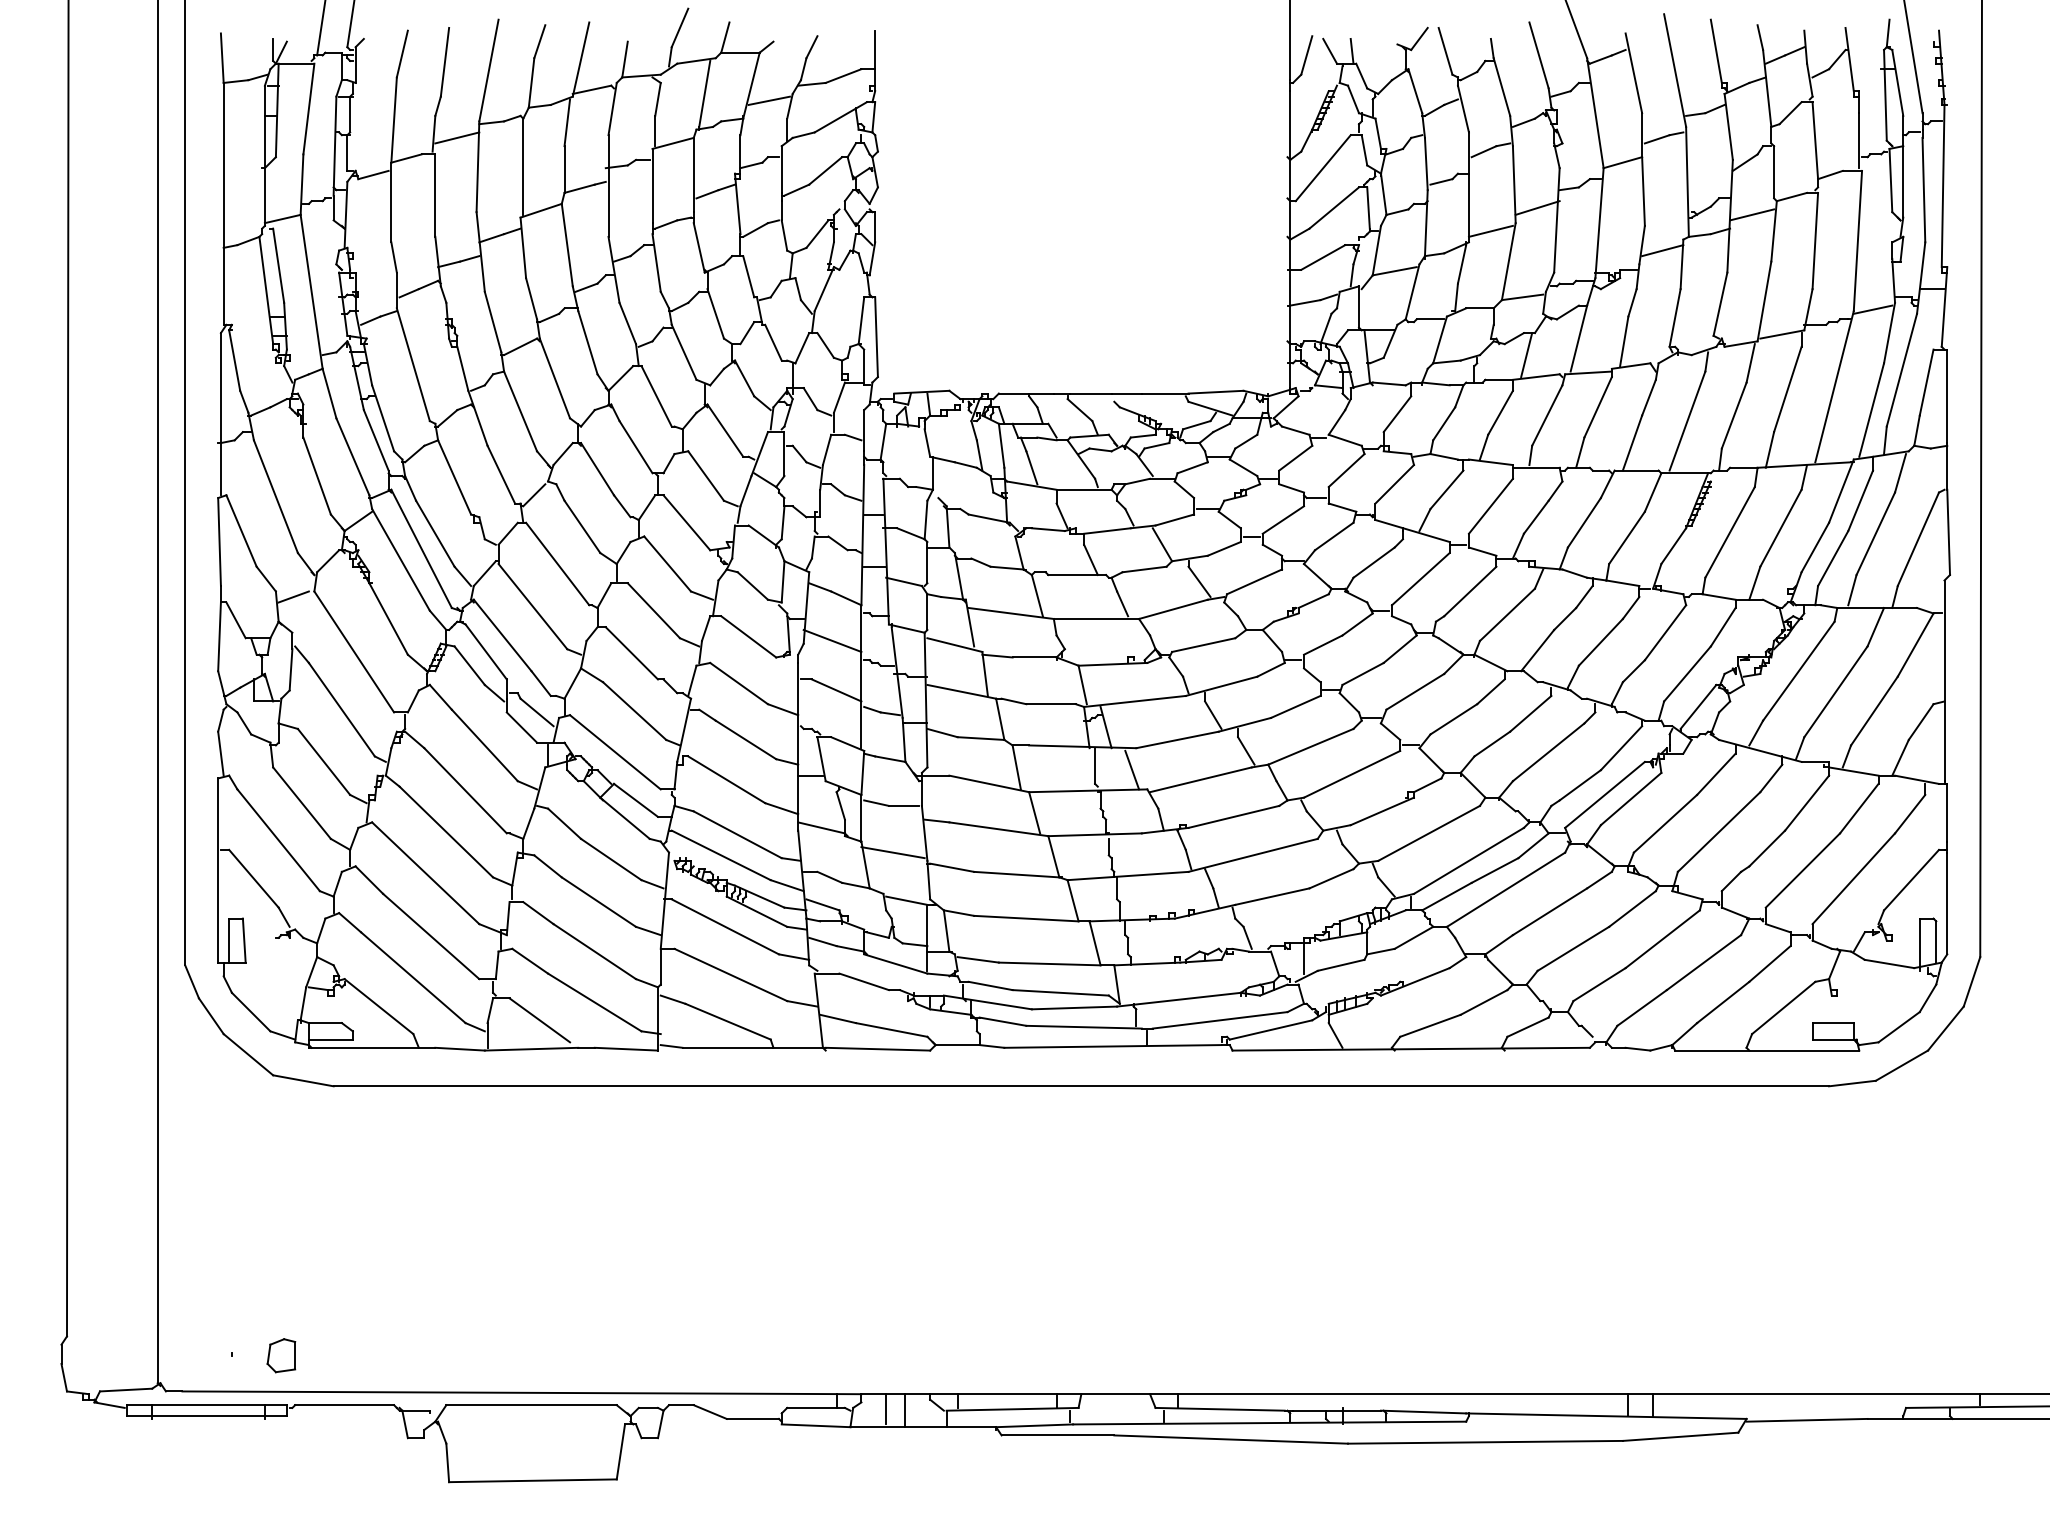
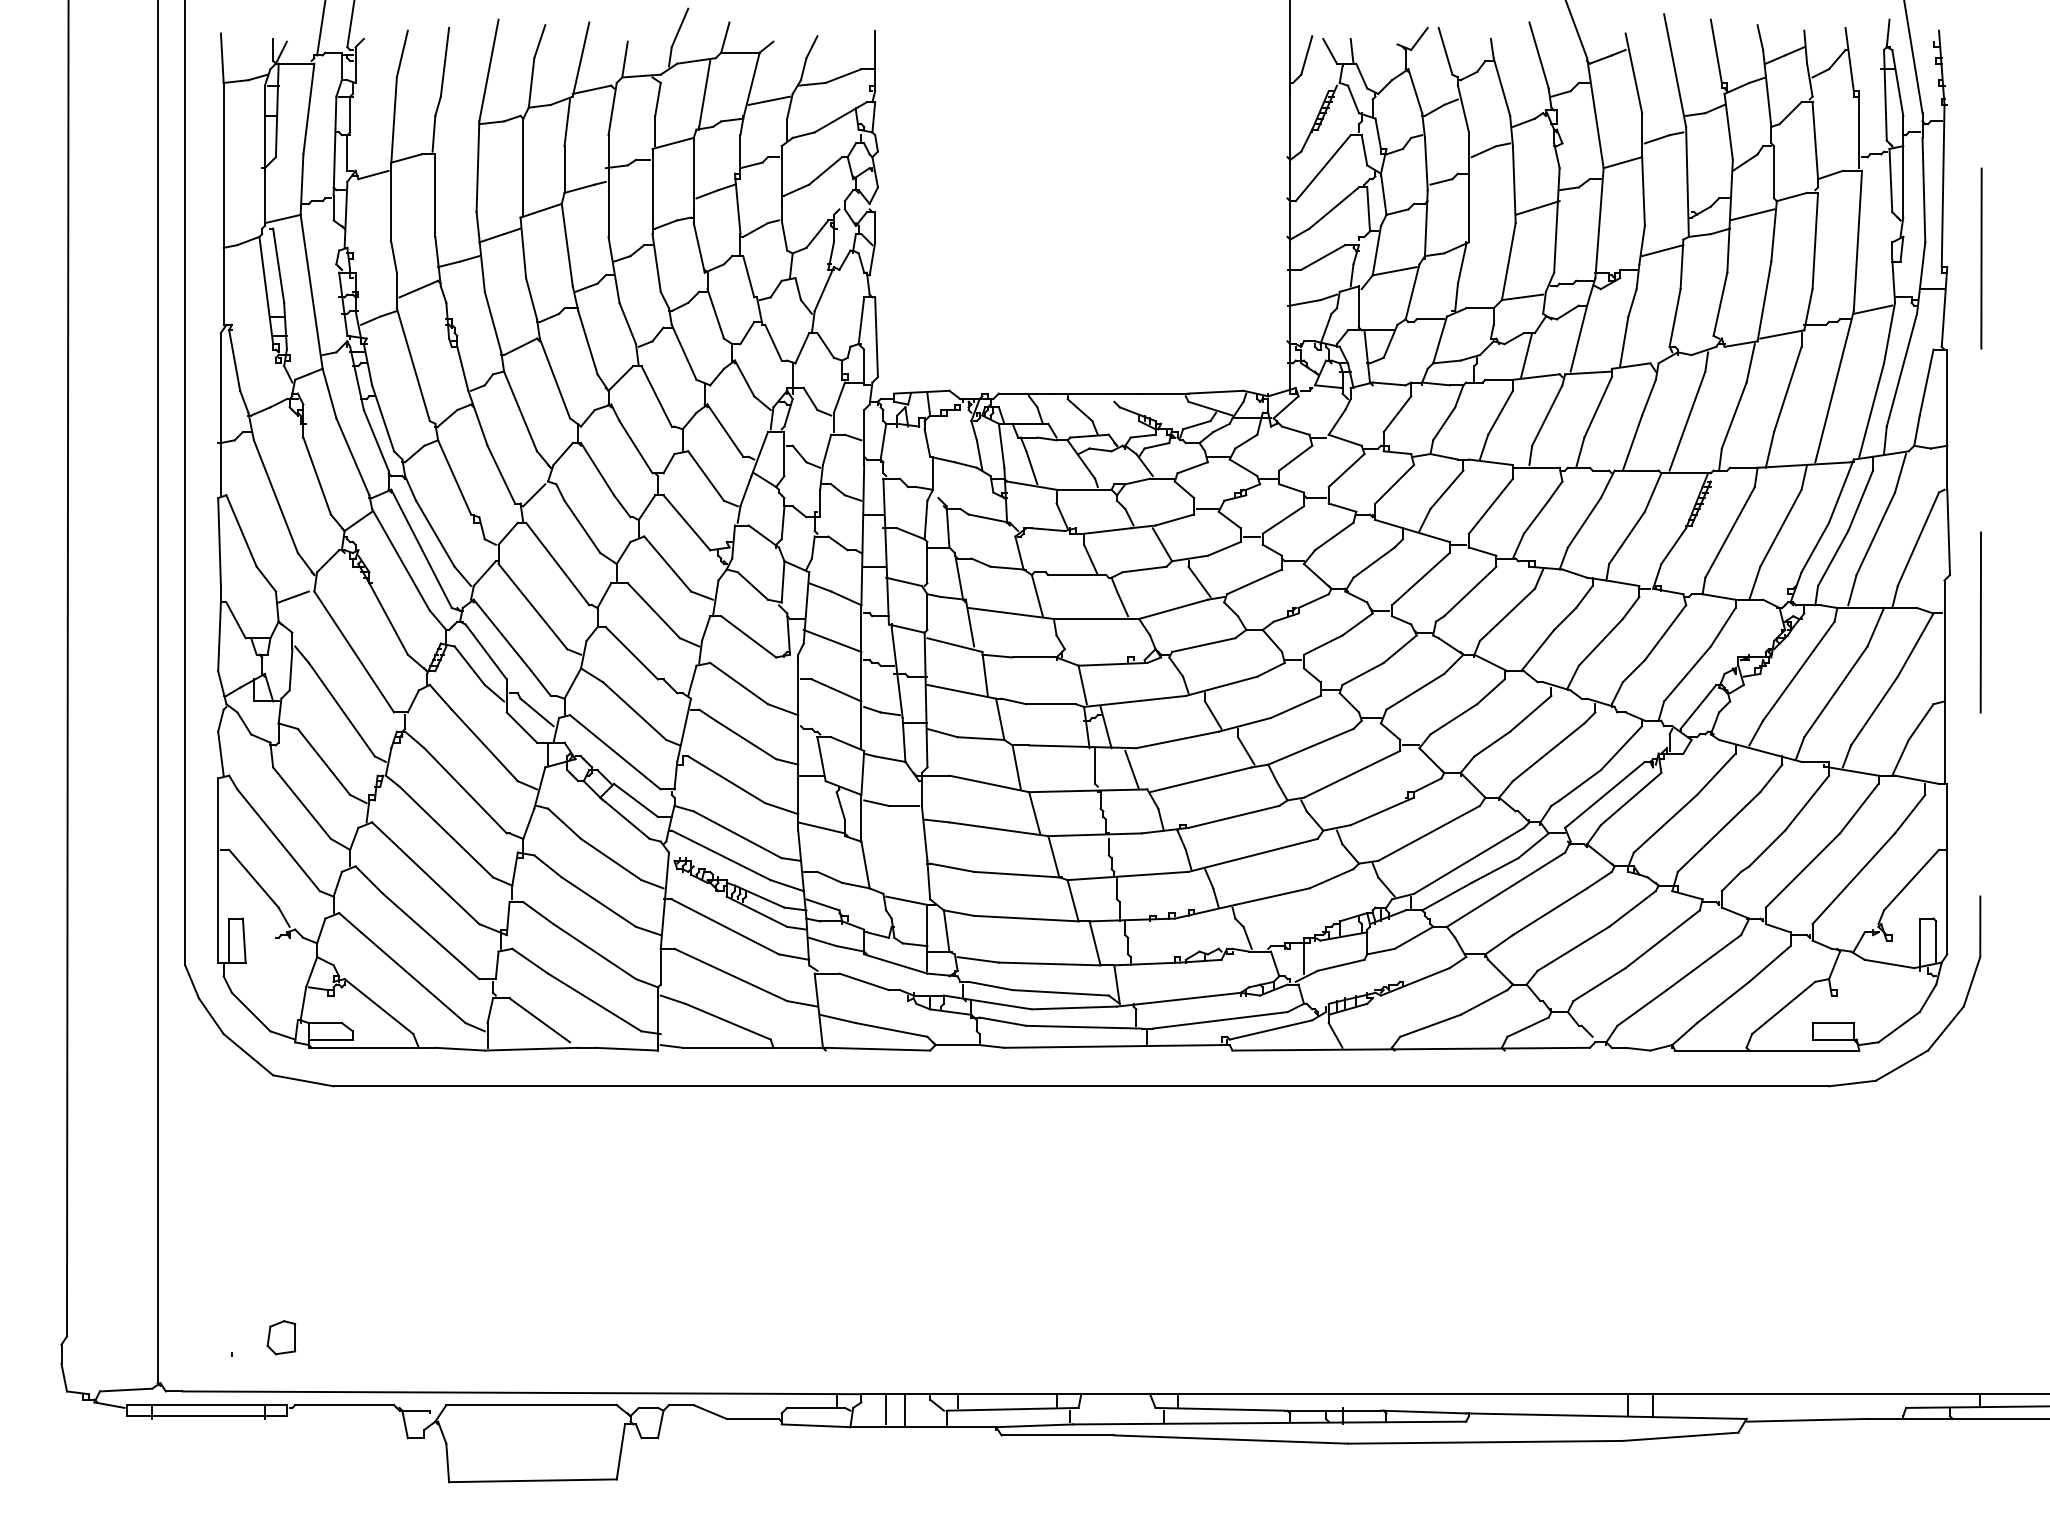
line at (457, 137): present -> none
line at (1490, 230): present -> none
line at (1981, 479): solid -> dashed
line at (892, 852): present -> none
part at (281, 1355) position: (281, 1355) -> (281, 1337)
